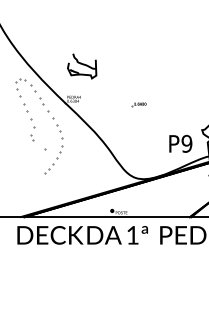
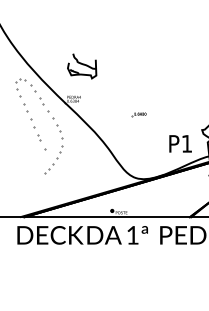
part at (138, 104) position: (138, 104) -> (138, 114)
part at (32, 137) position: (32, 137) -> (39, 137)
text at (186, 143): P9 -> P1
